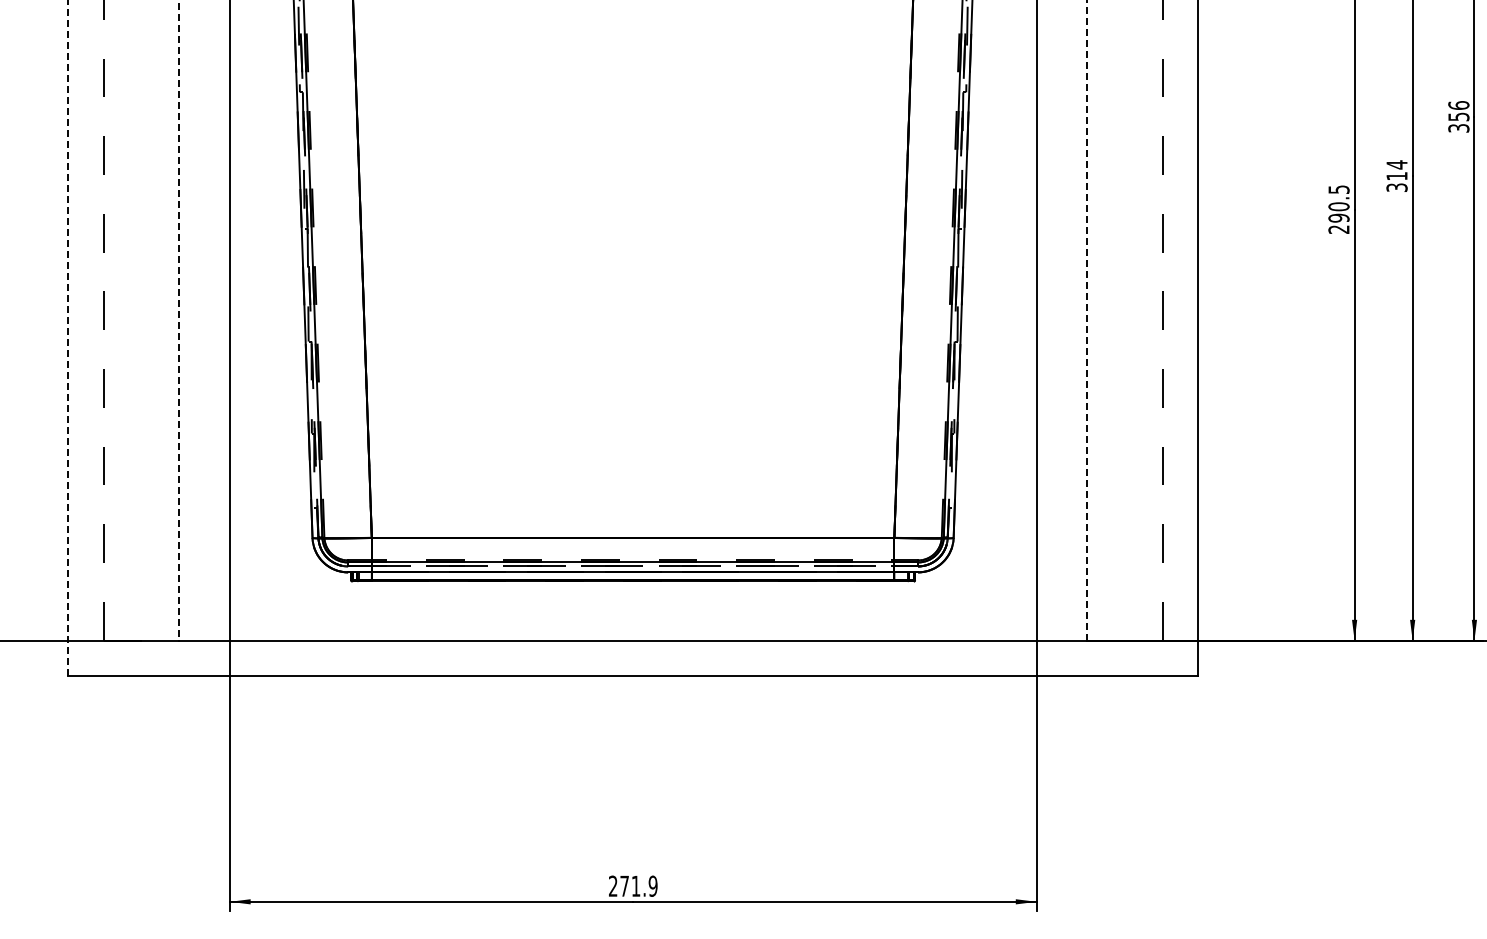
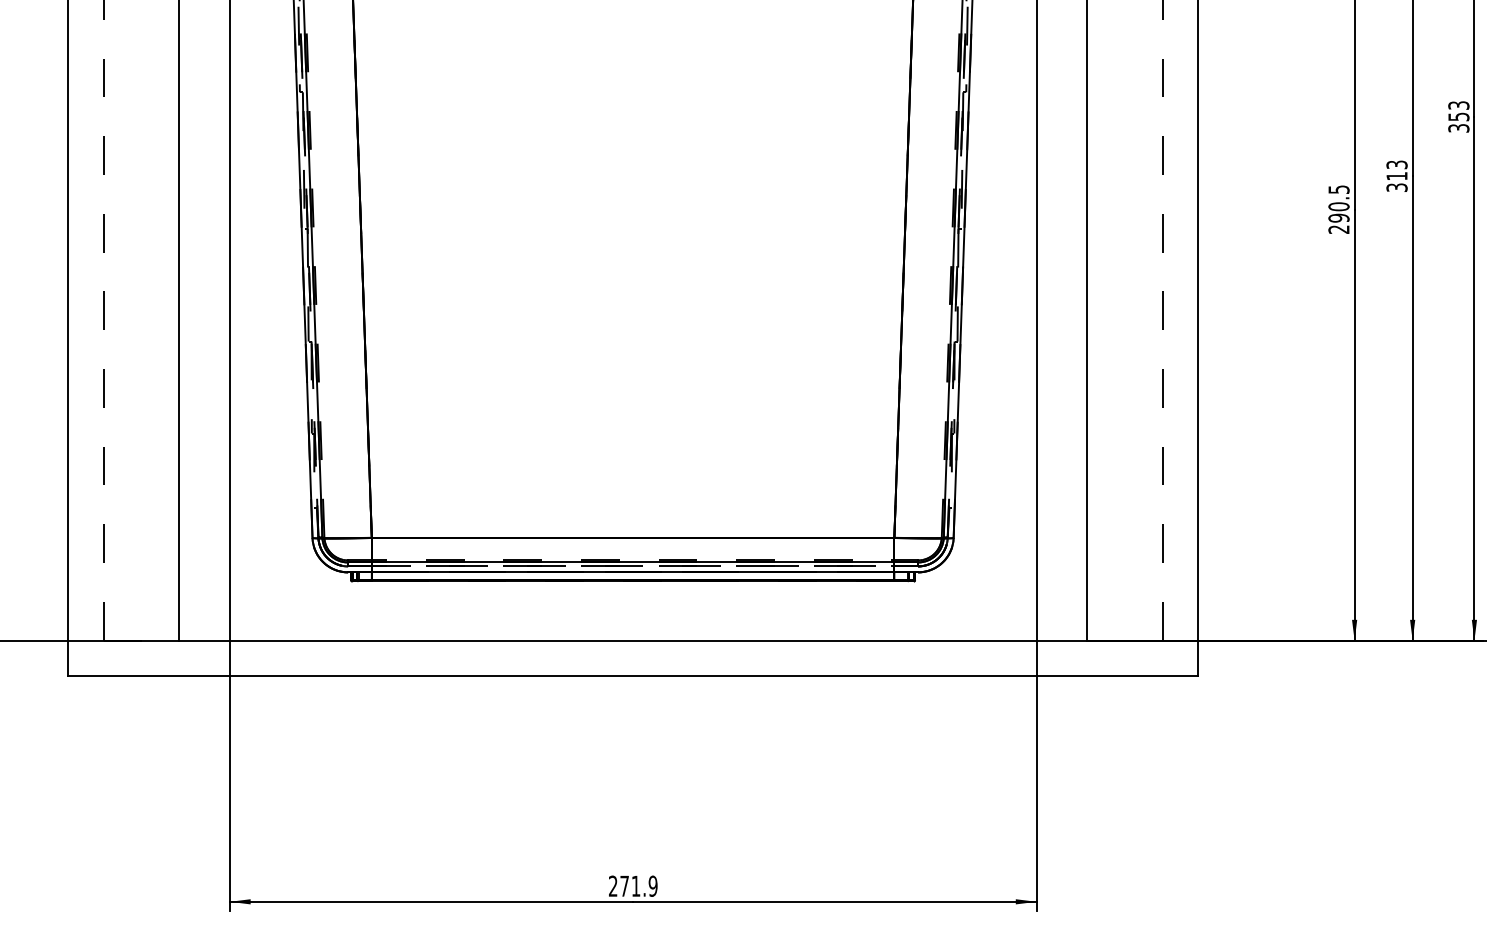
text at (1458, 105): 356 -> 353
text at (1396, 164): 314 -> 313
line at (178, 320): dashed -> solid
line at (1087, 320): dashed -> solid
line at (67, 338): dashed -> solid
